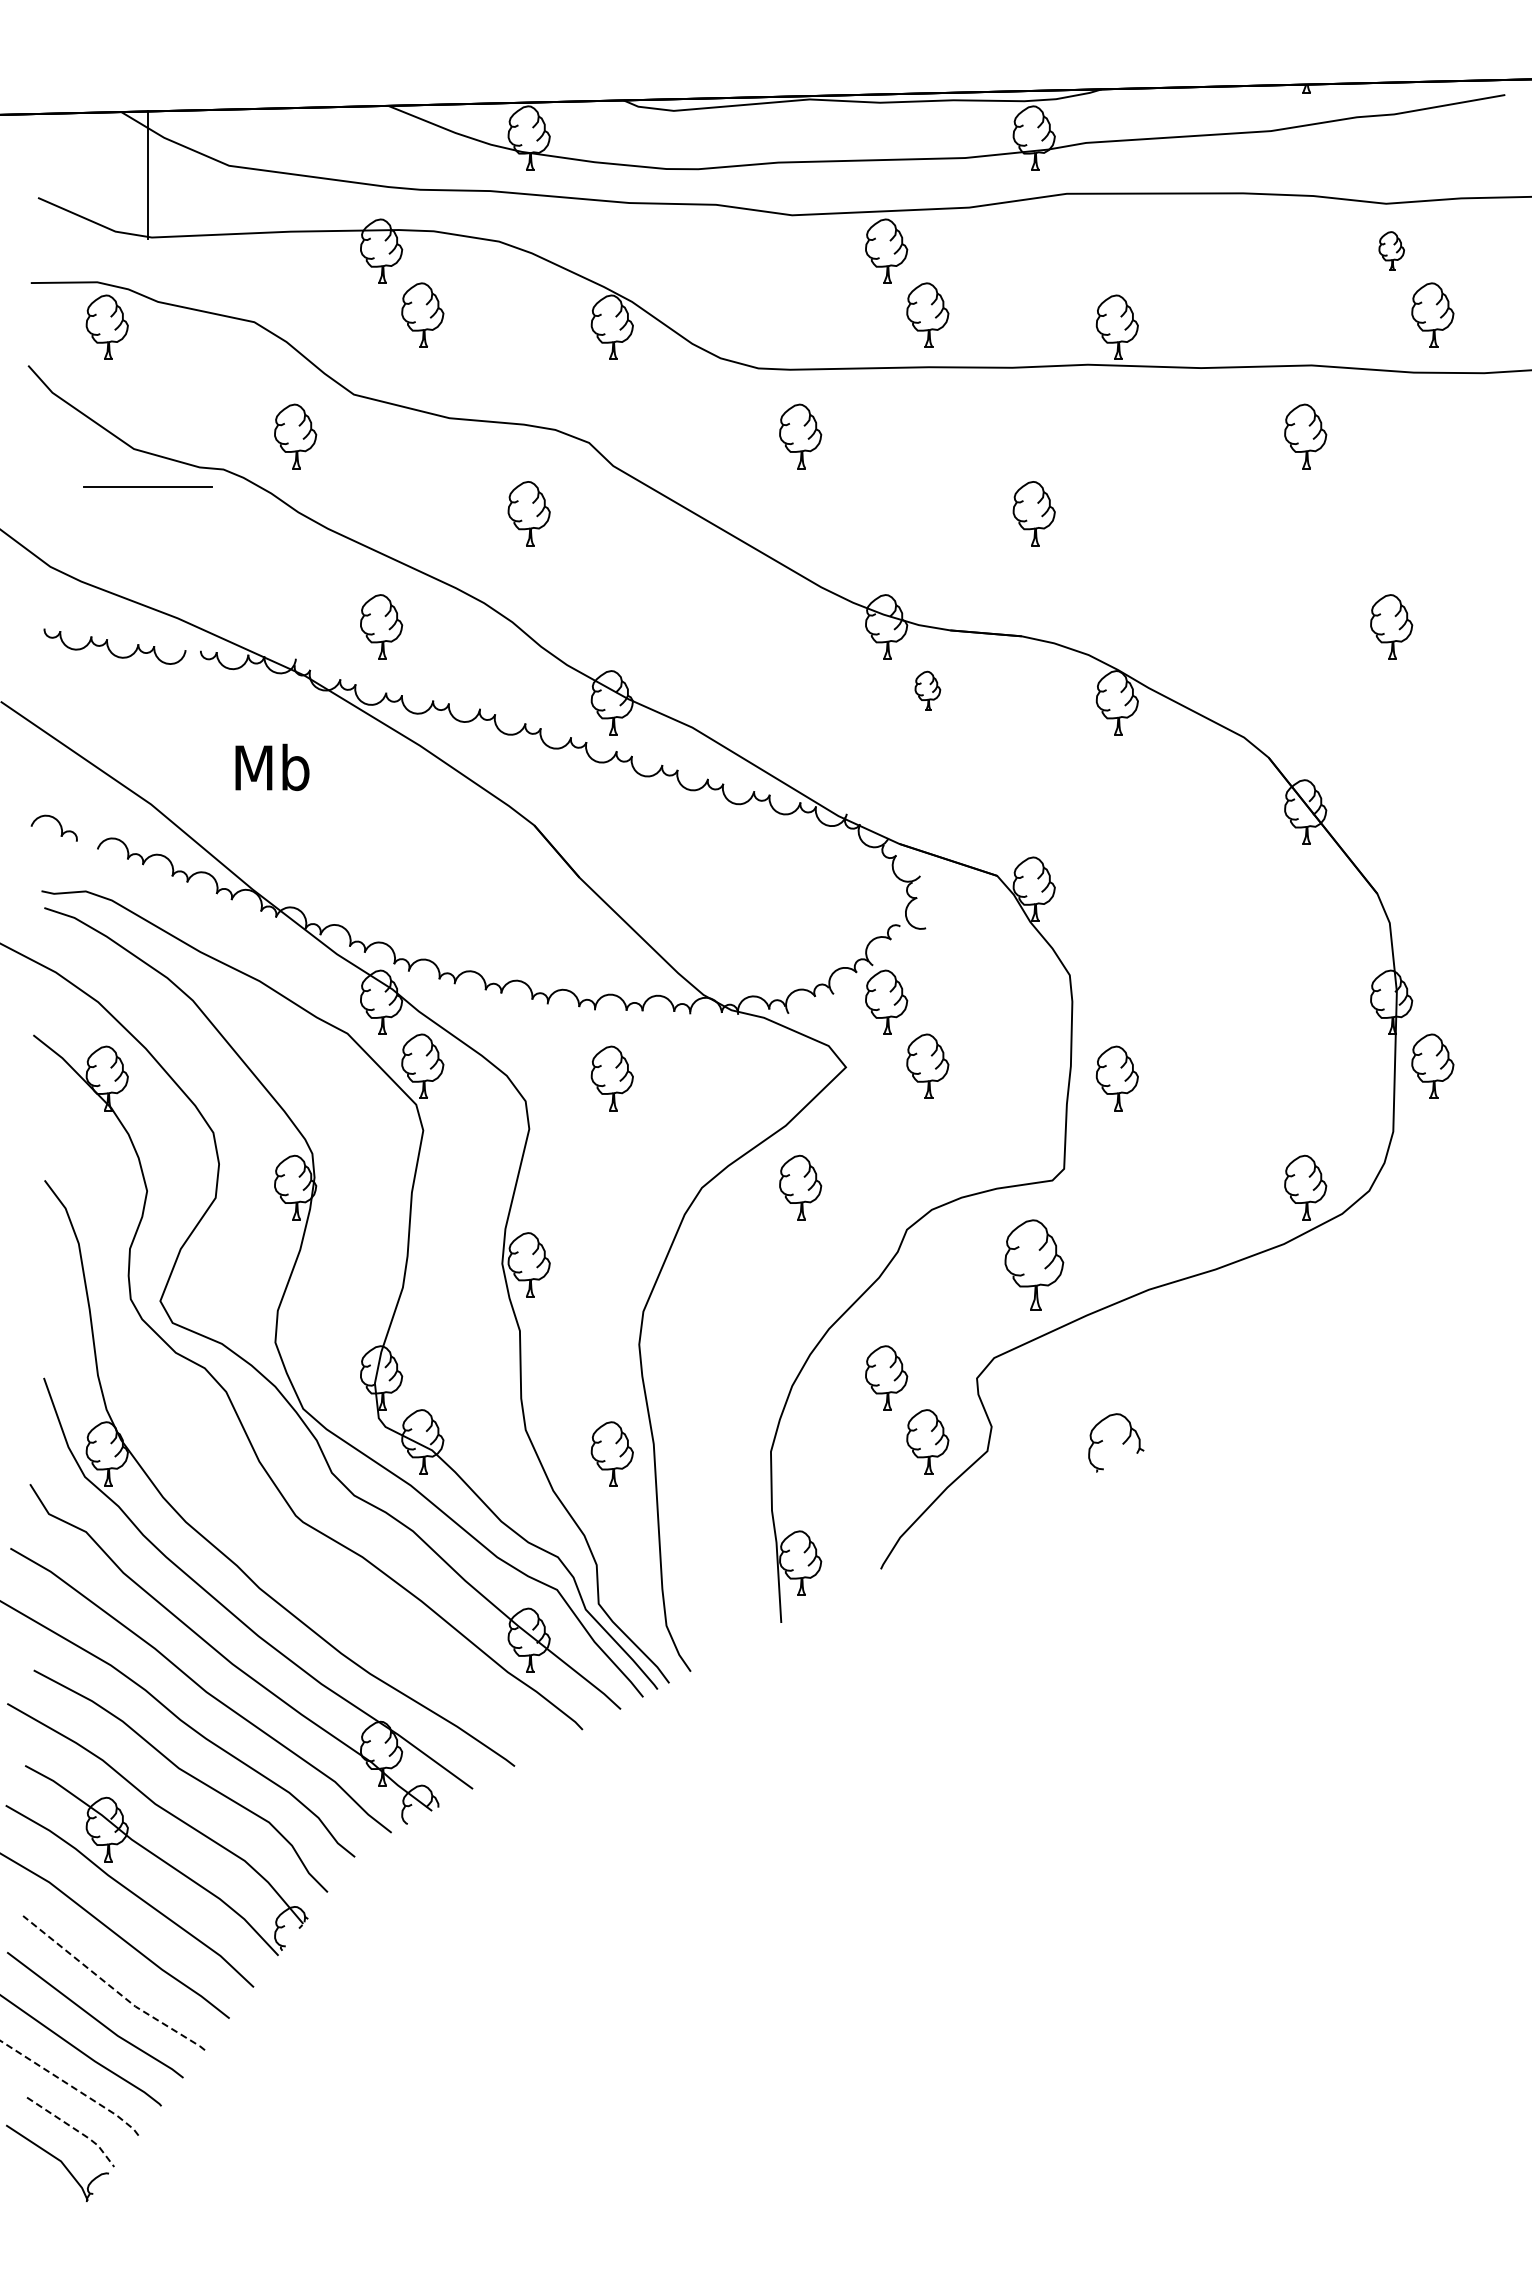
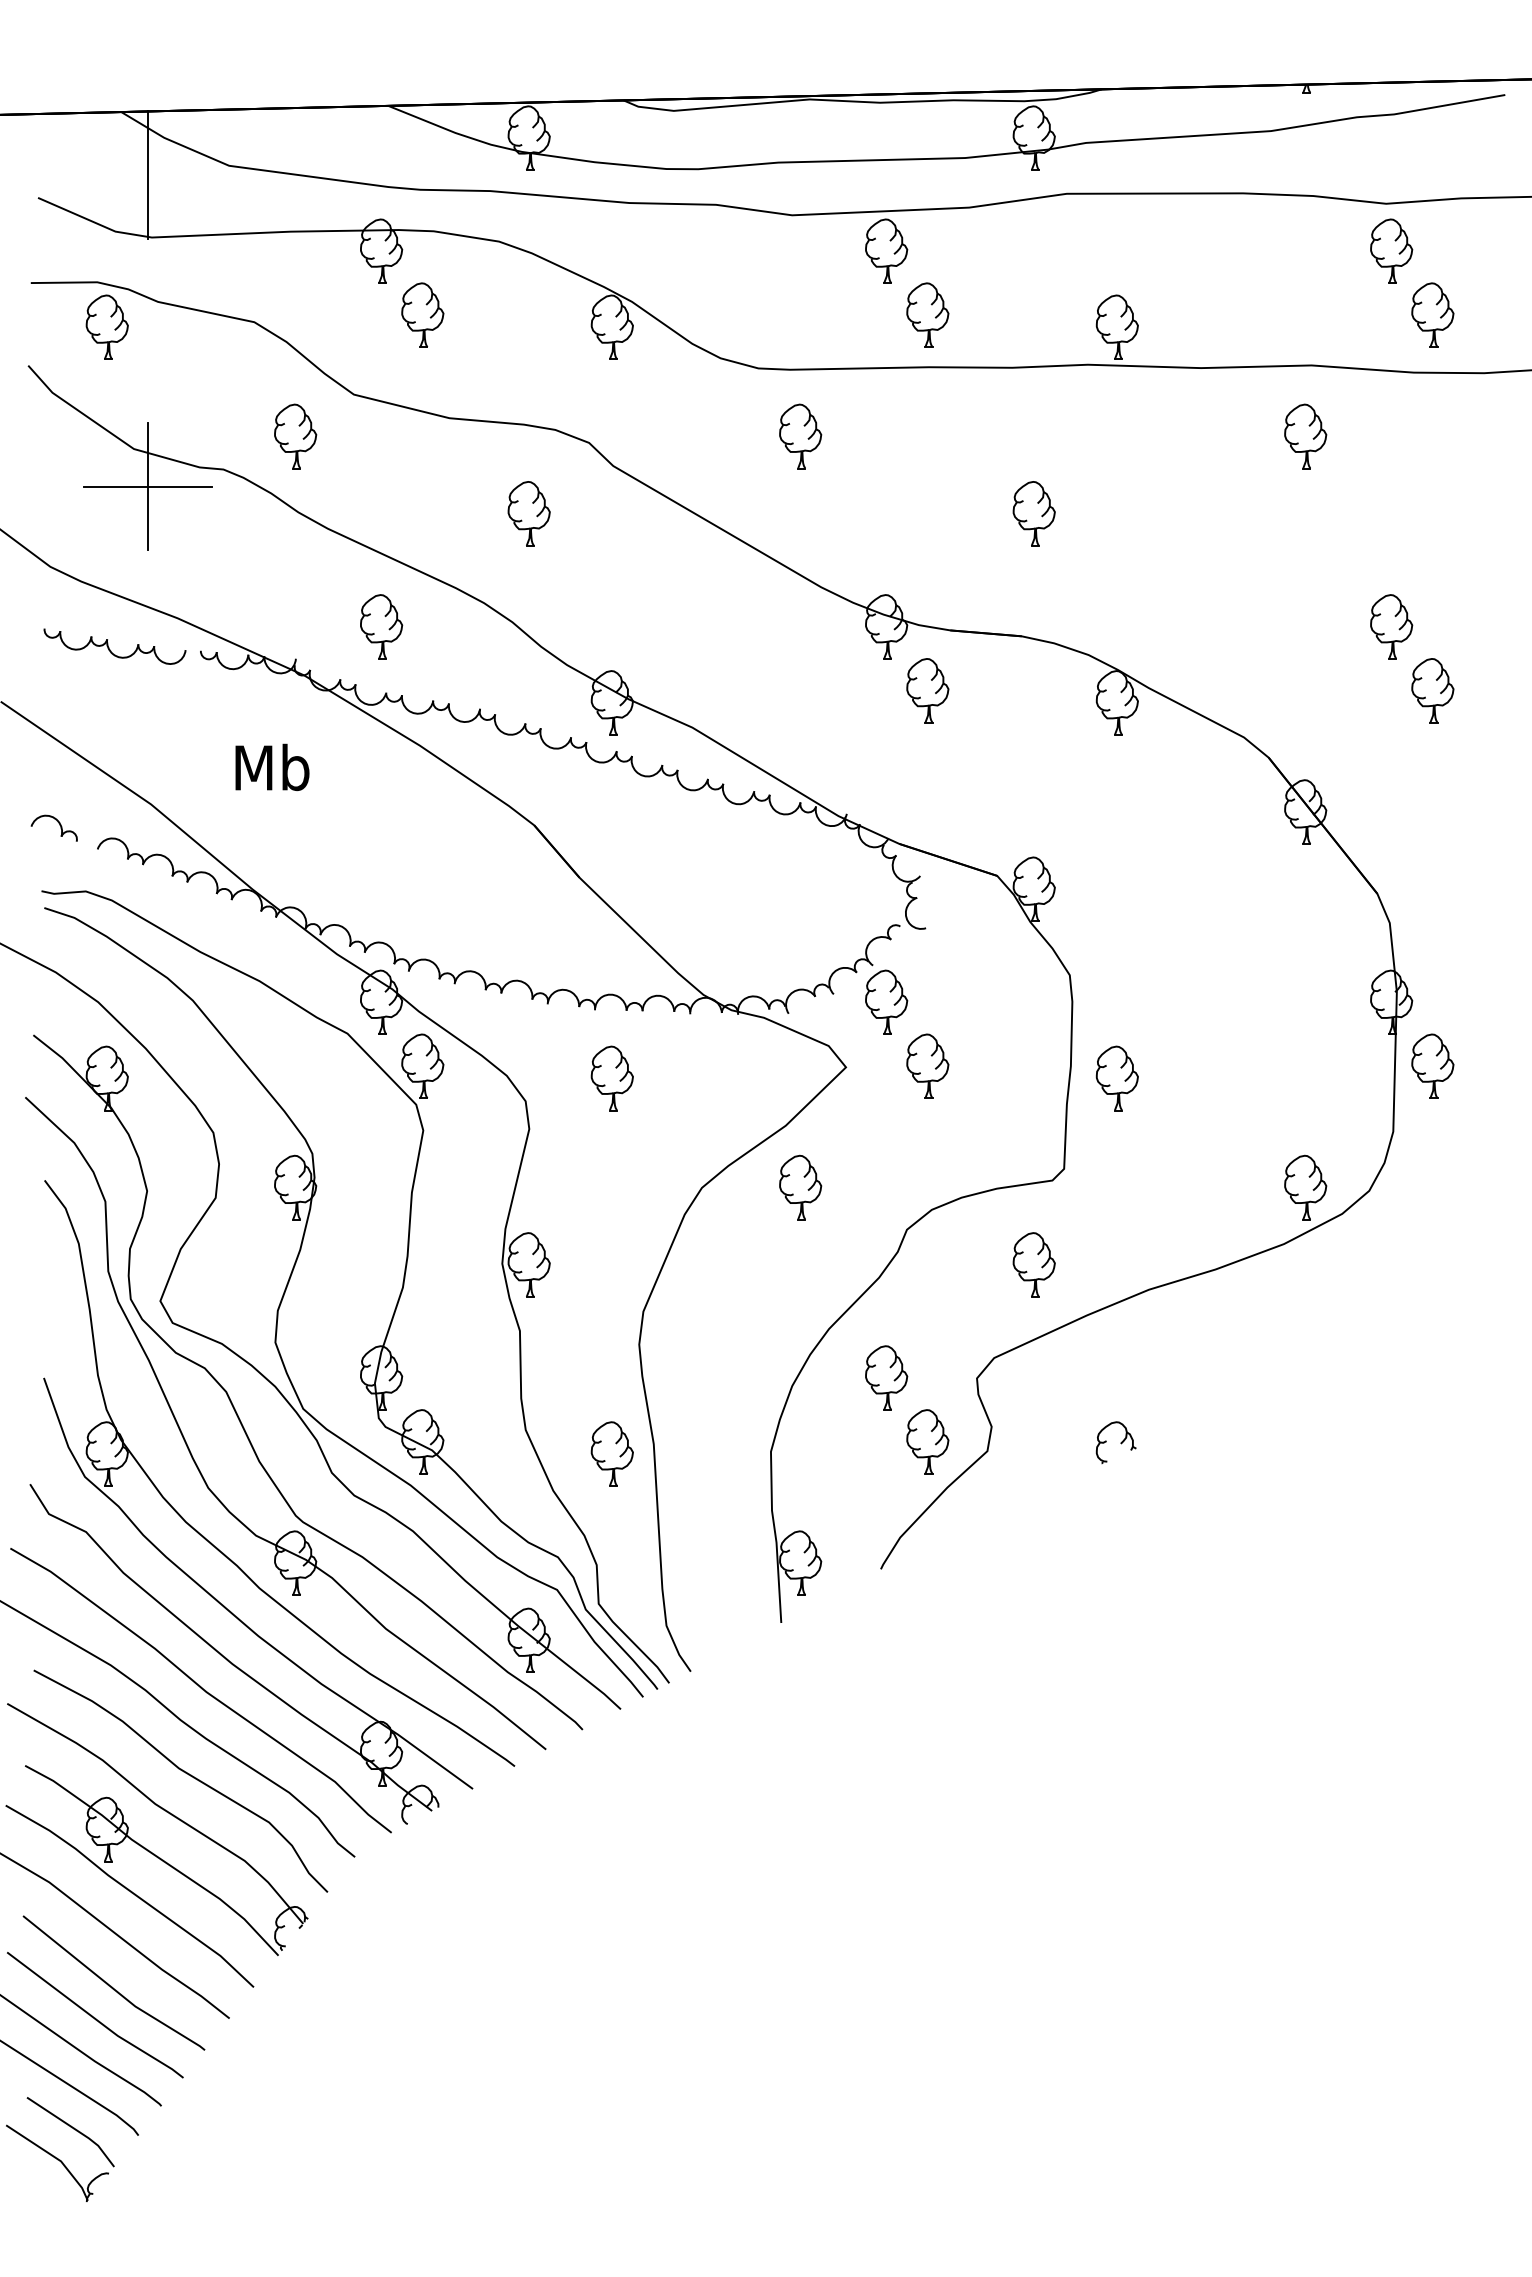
part at (1391, 250) size: 27x40 px -> 44x66 px
line at (147, 486): none -> present
part at (927, 690) size: 28x41 px -> 44x66 px
part at (1432, 690): none -> present
part at (1034, 1264) size: 61x92 px -> 44x66 px
part at (1116, 1442) size: 57x60 px -> 42x43 px
part at (198, 1466): none -> present
line at (112, 1987): dashed -> solid
line at (72, 2086): dashed -> solid
line at (75, 2129): dashed -> solid
